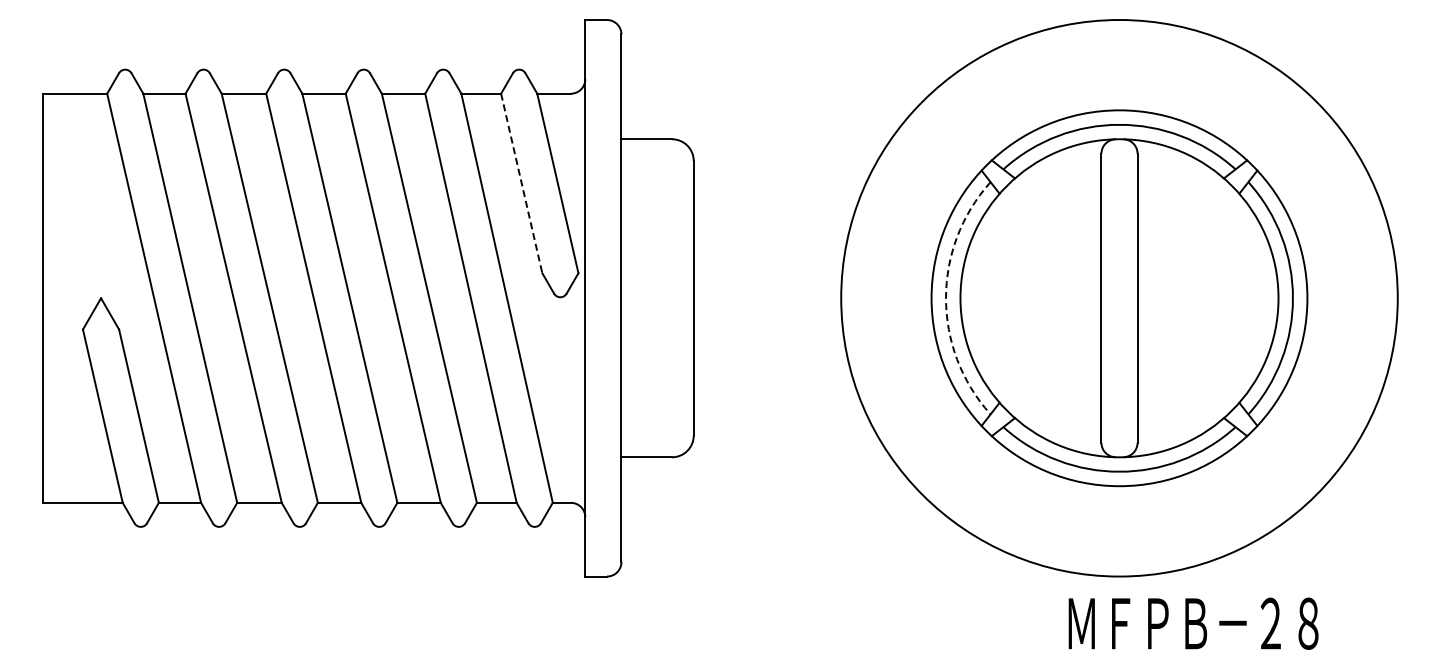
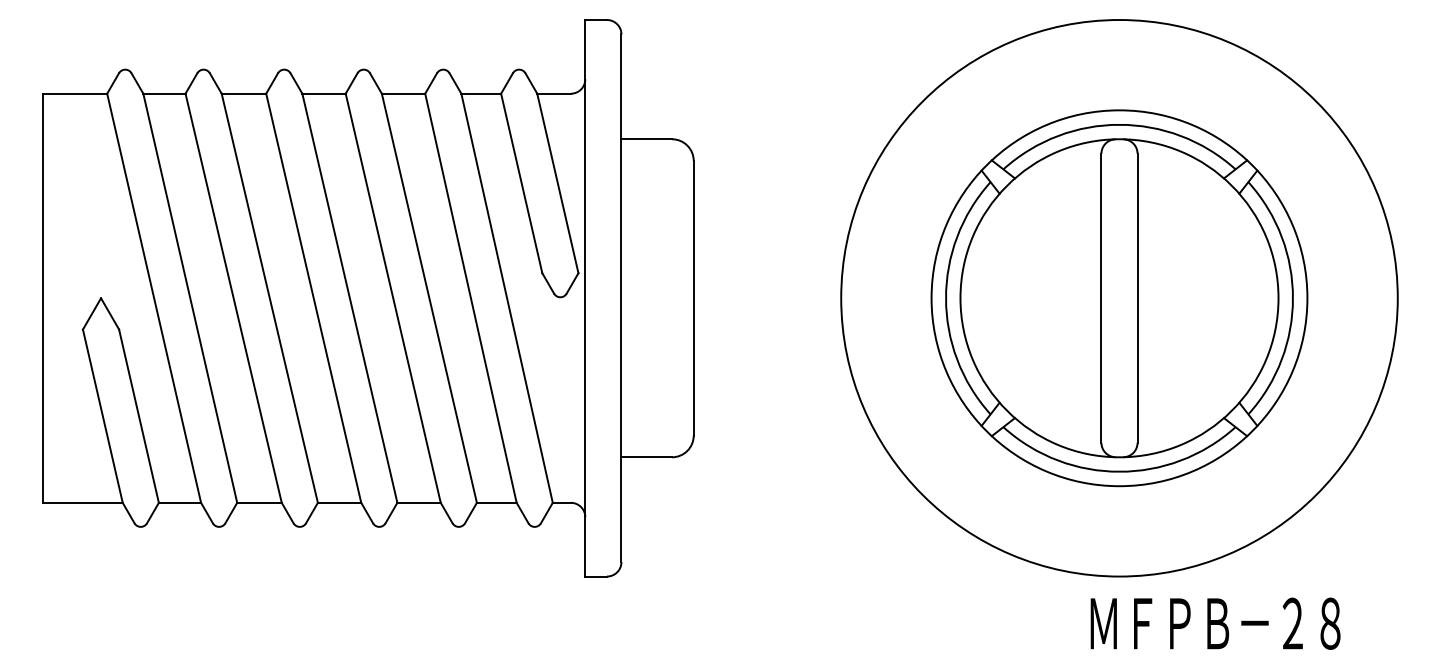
line at (521, 183): dashed -> solid
arc at (946, 298): dashed -> solid
text at (1193, 623) position: (1193, 623) -> (1215, 623)
